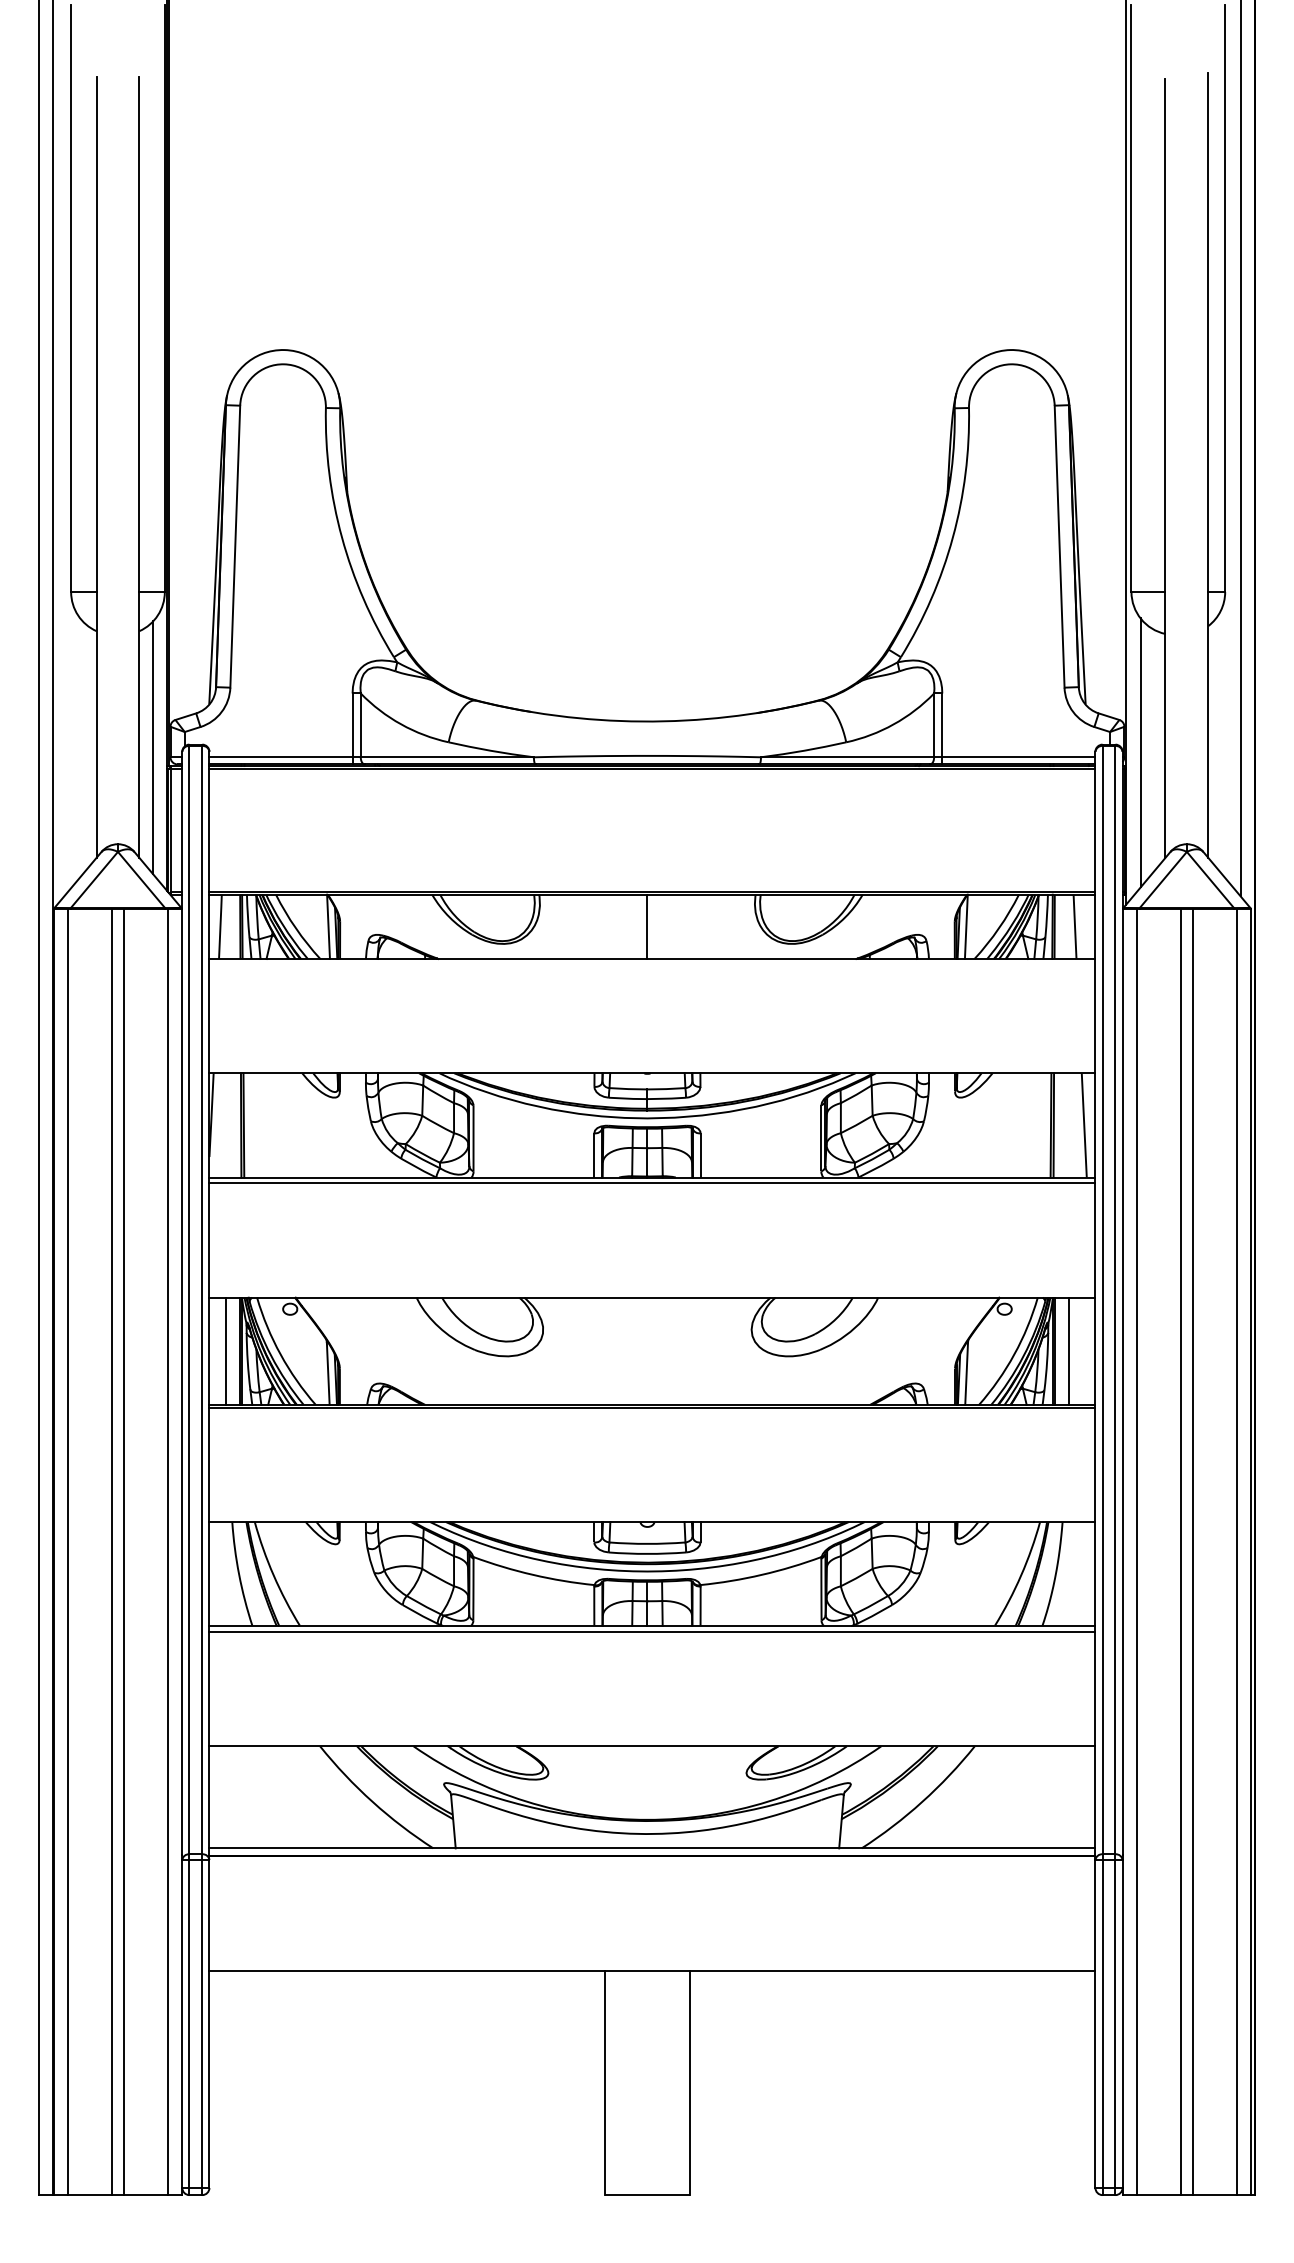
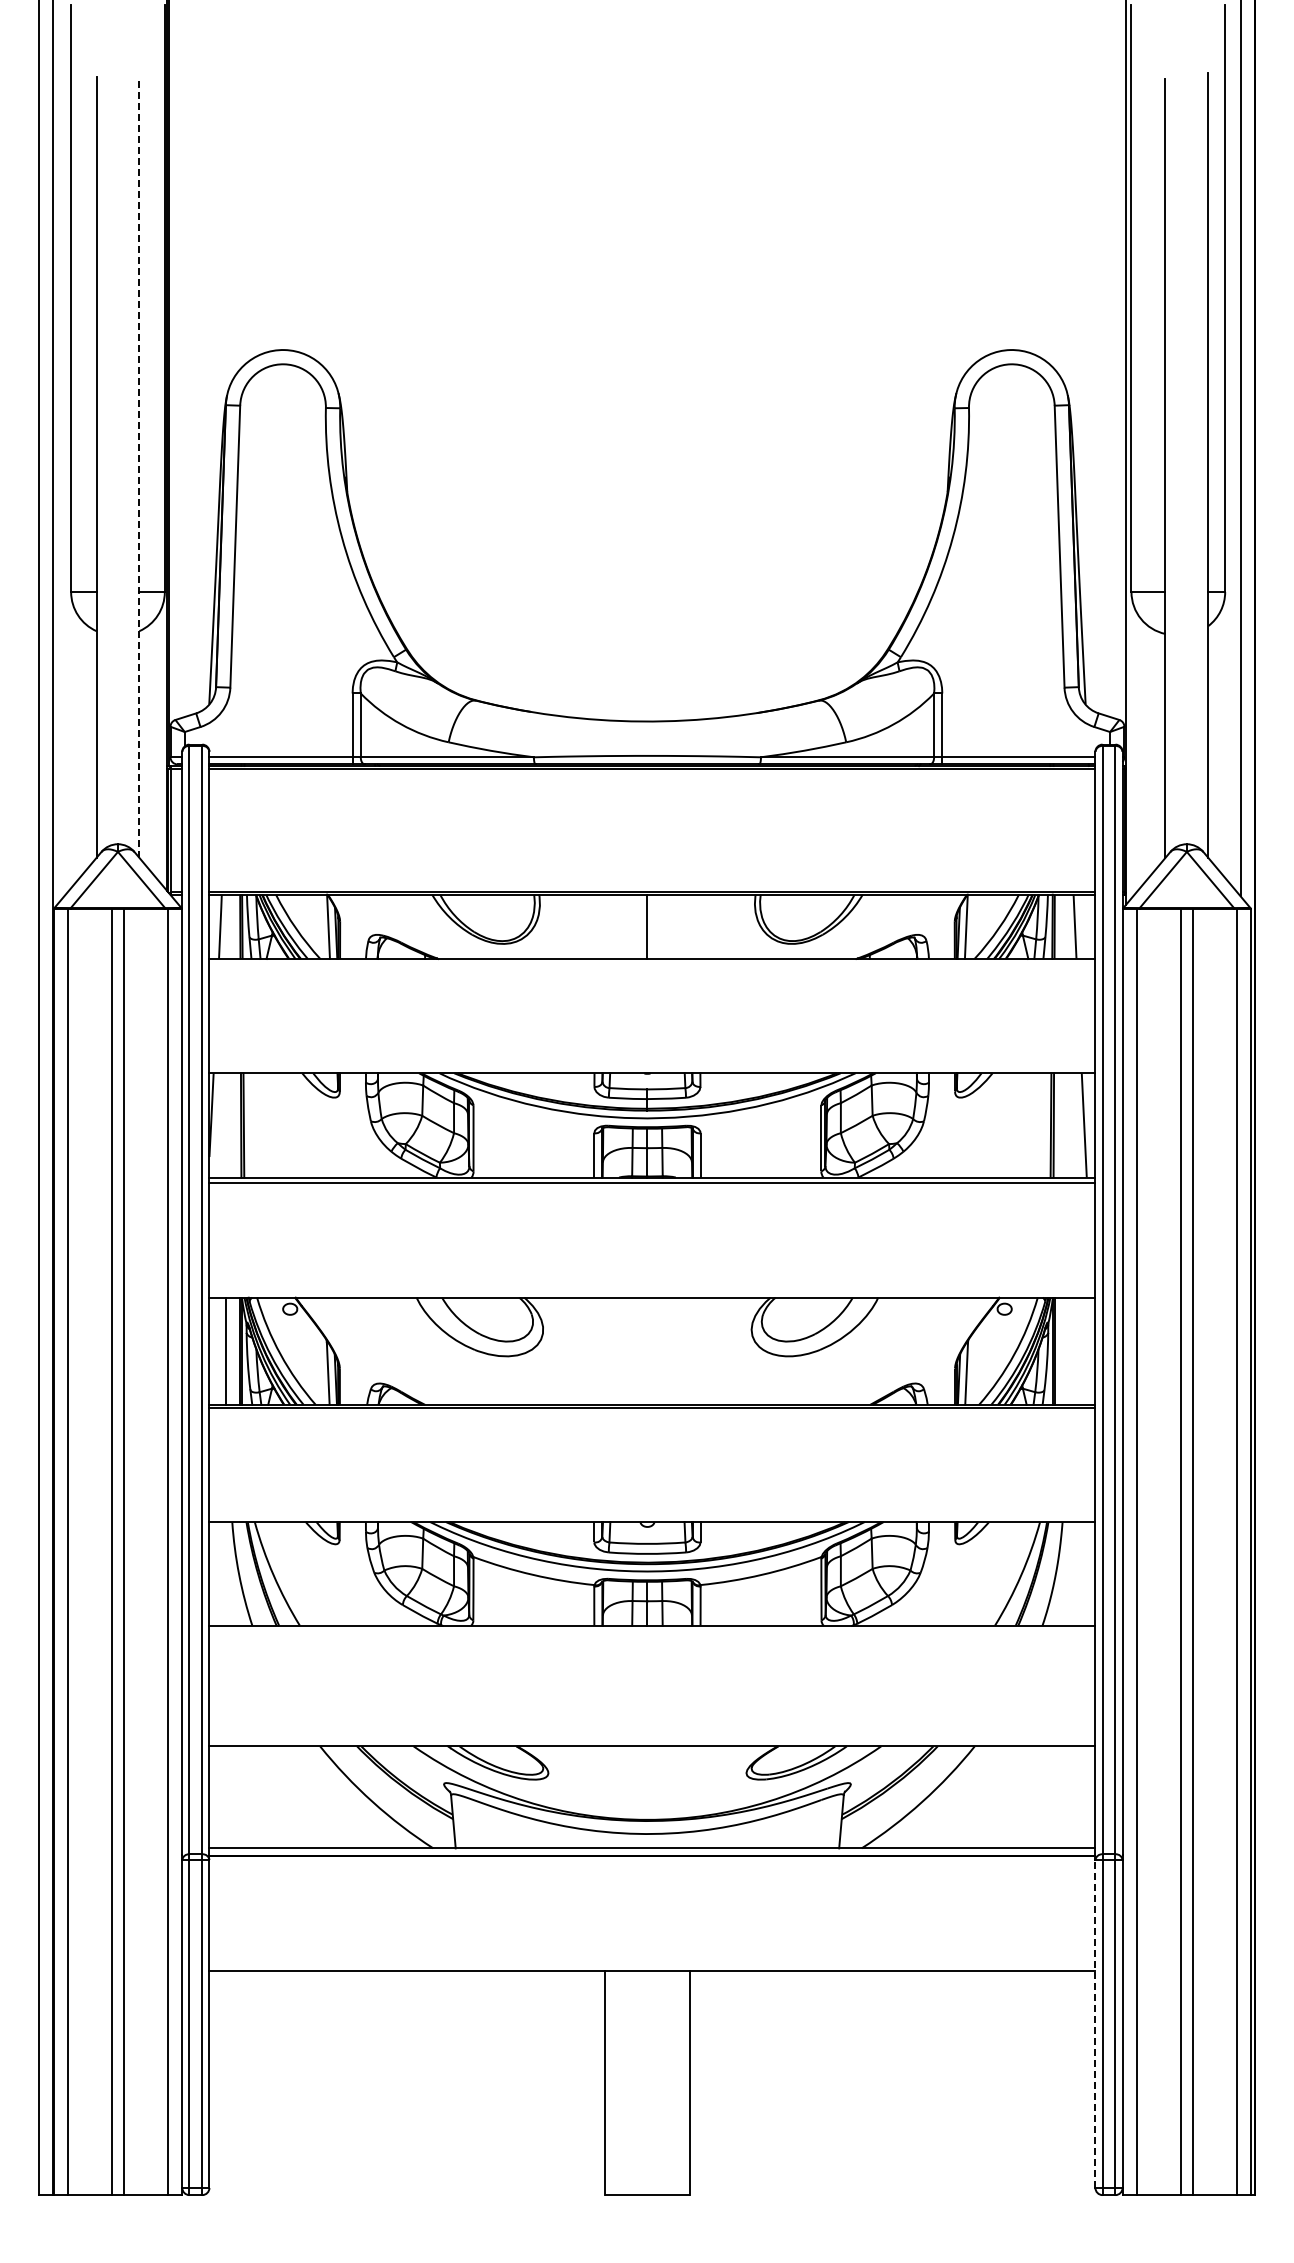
line at (139, 466): solid -> dashed
line at (153, 747): present -> none
line at (1140, 752): present -> none
line at (1069, 1350): present -> none
line at (652, 1632): present -> none
line at (1095, 2024): solid -> dashed
